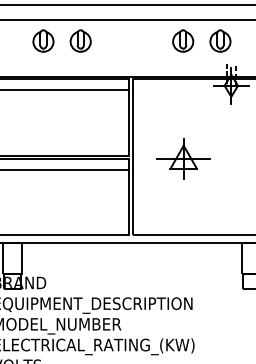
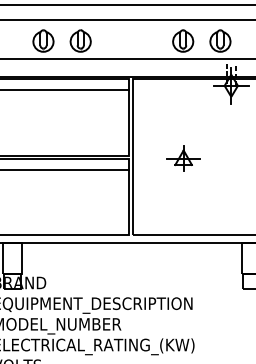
line at (127, 59): none -> present
part at (183, 158) size: 55x42 px -> 35x27 px
